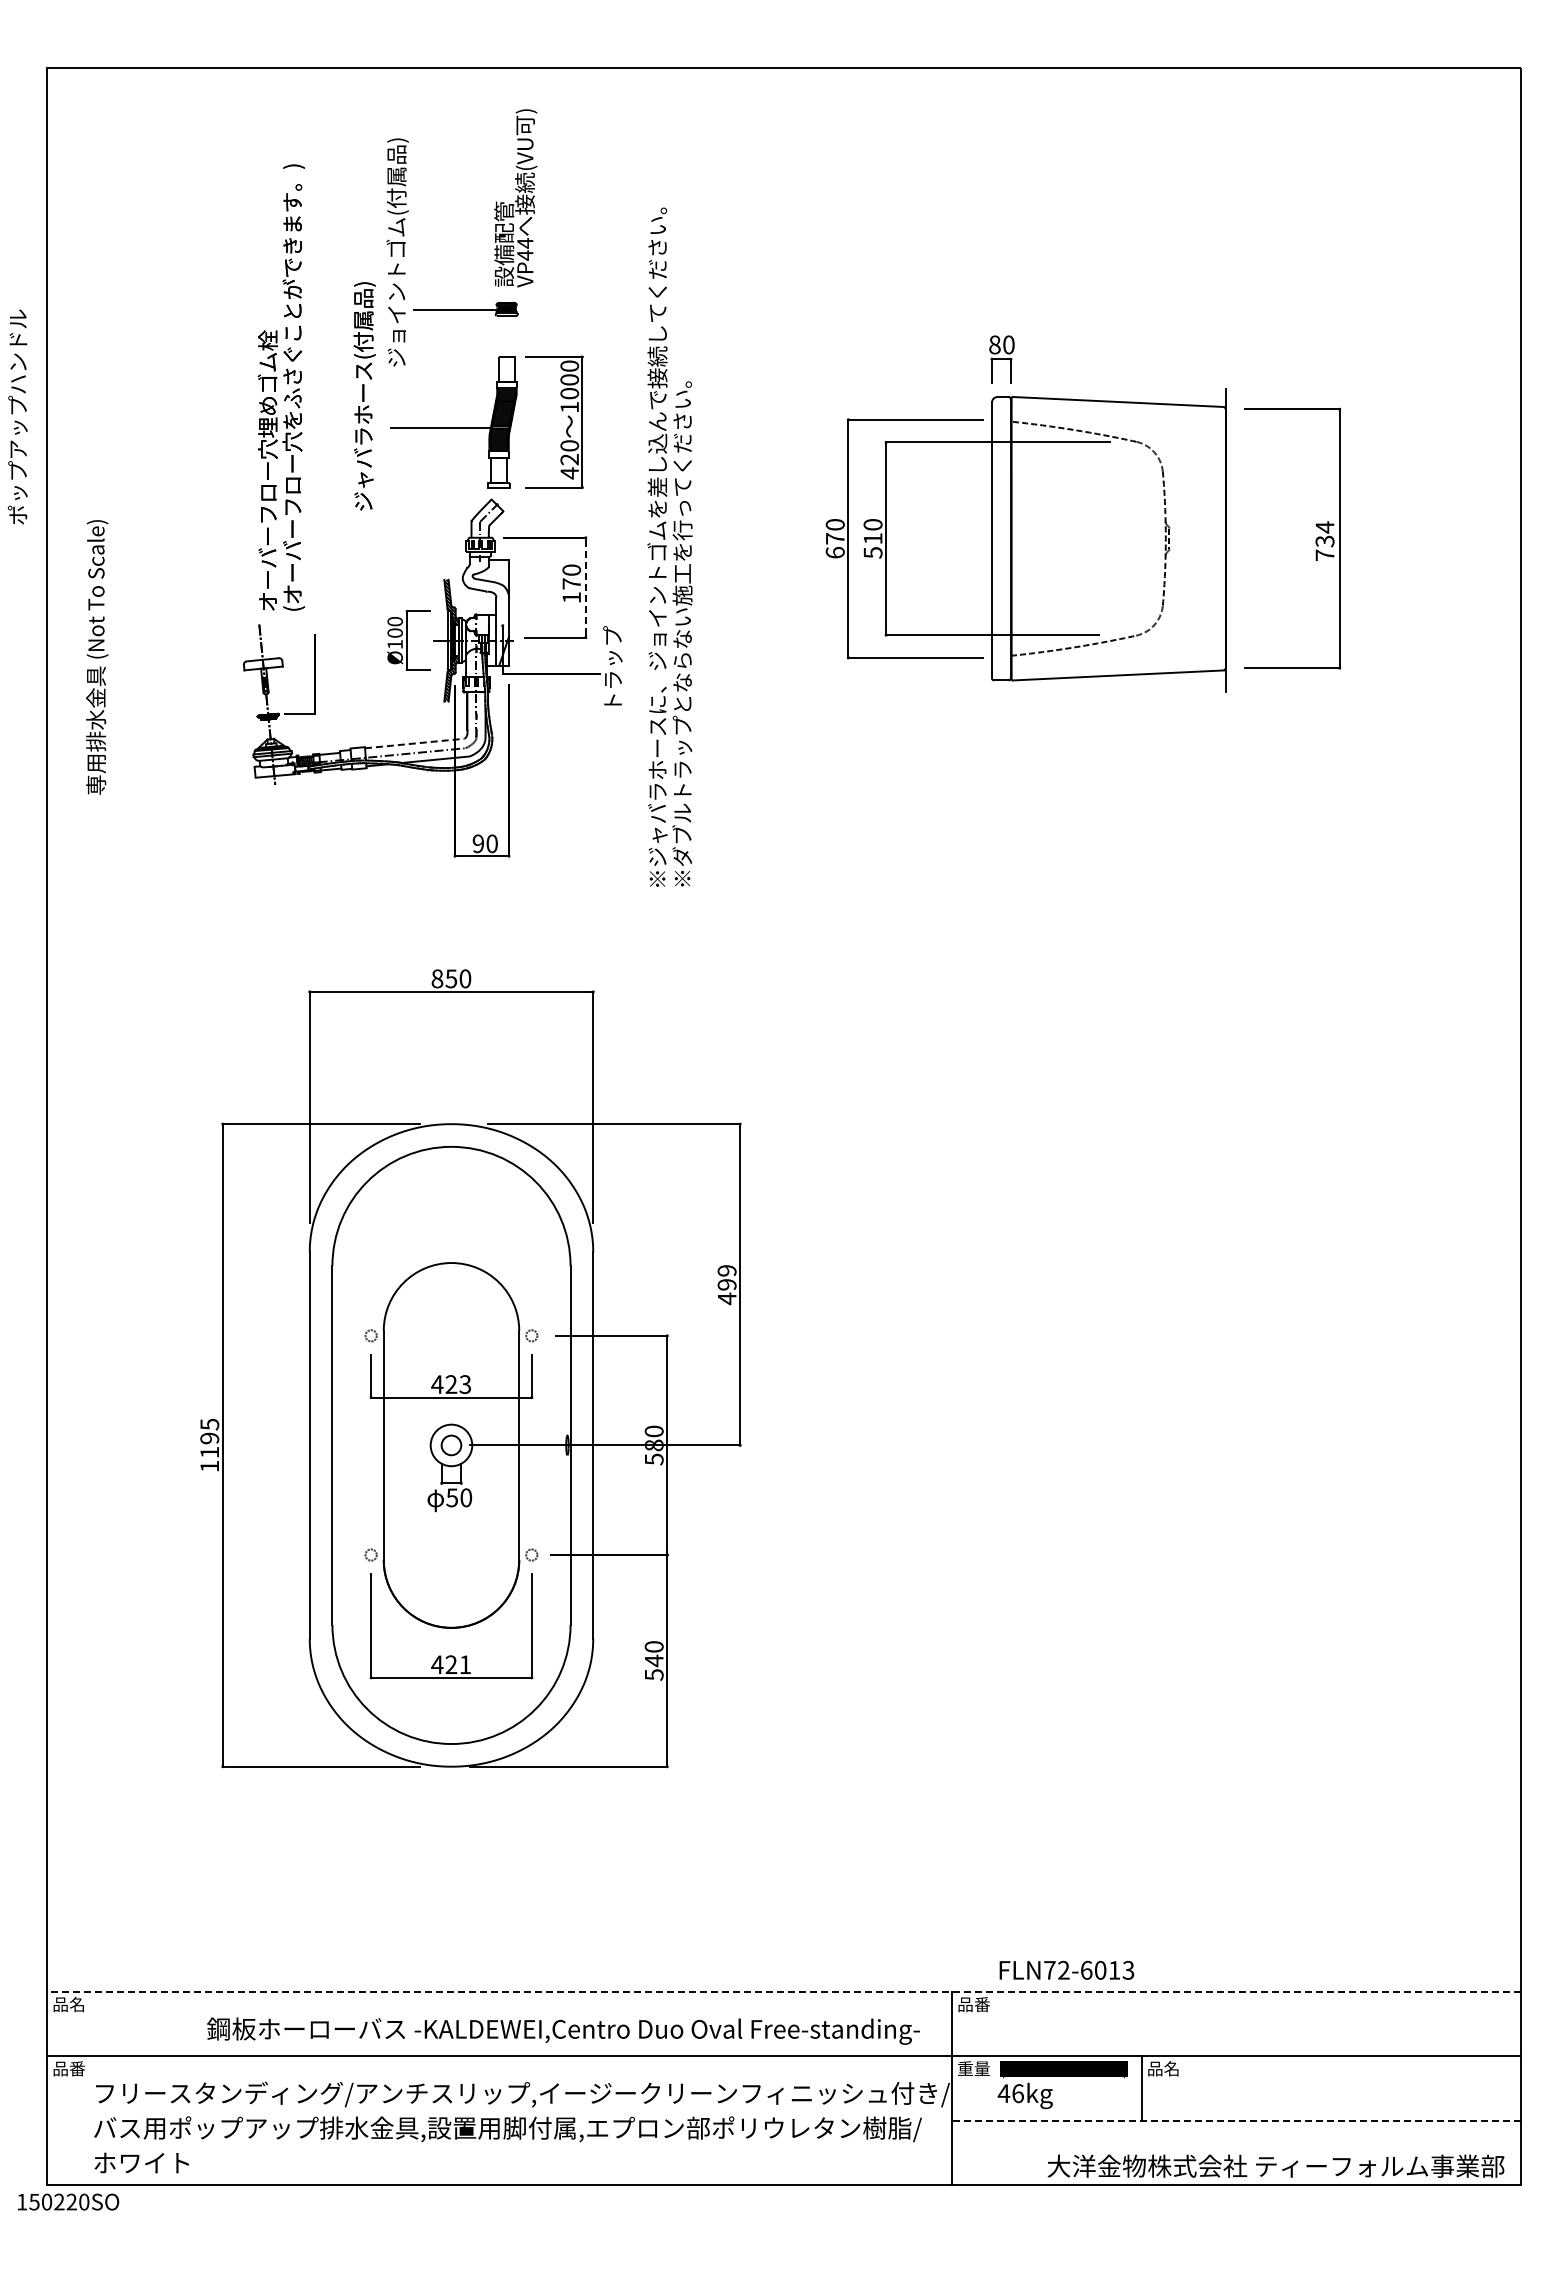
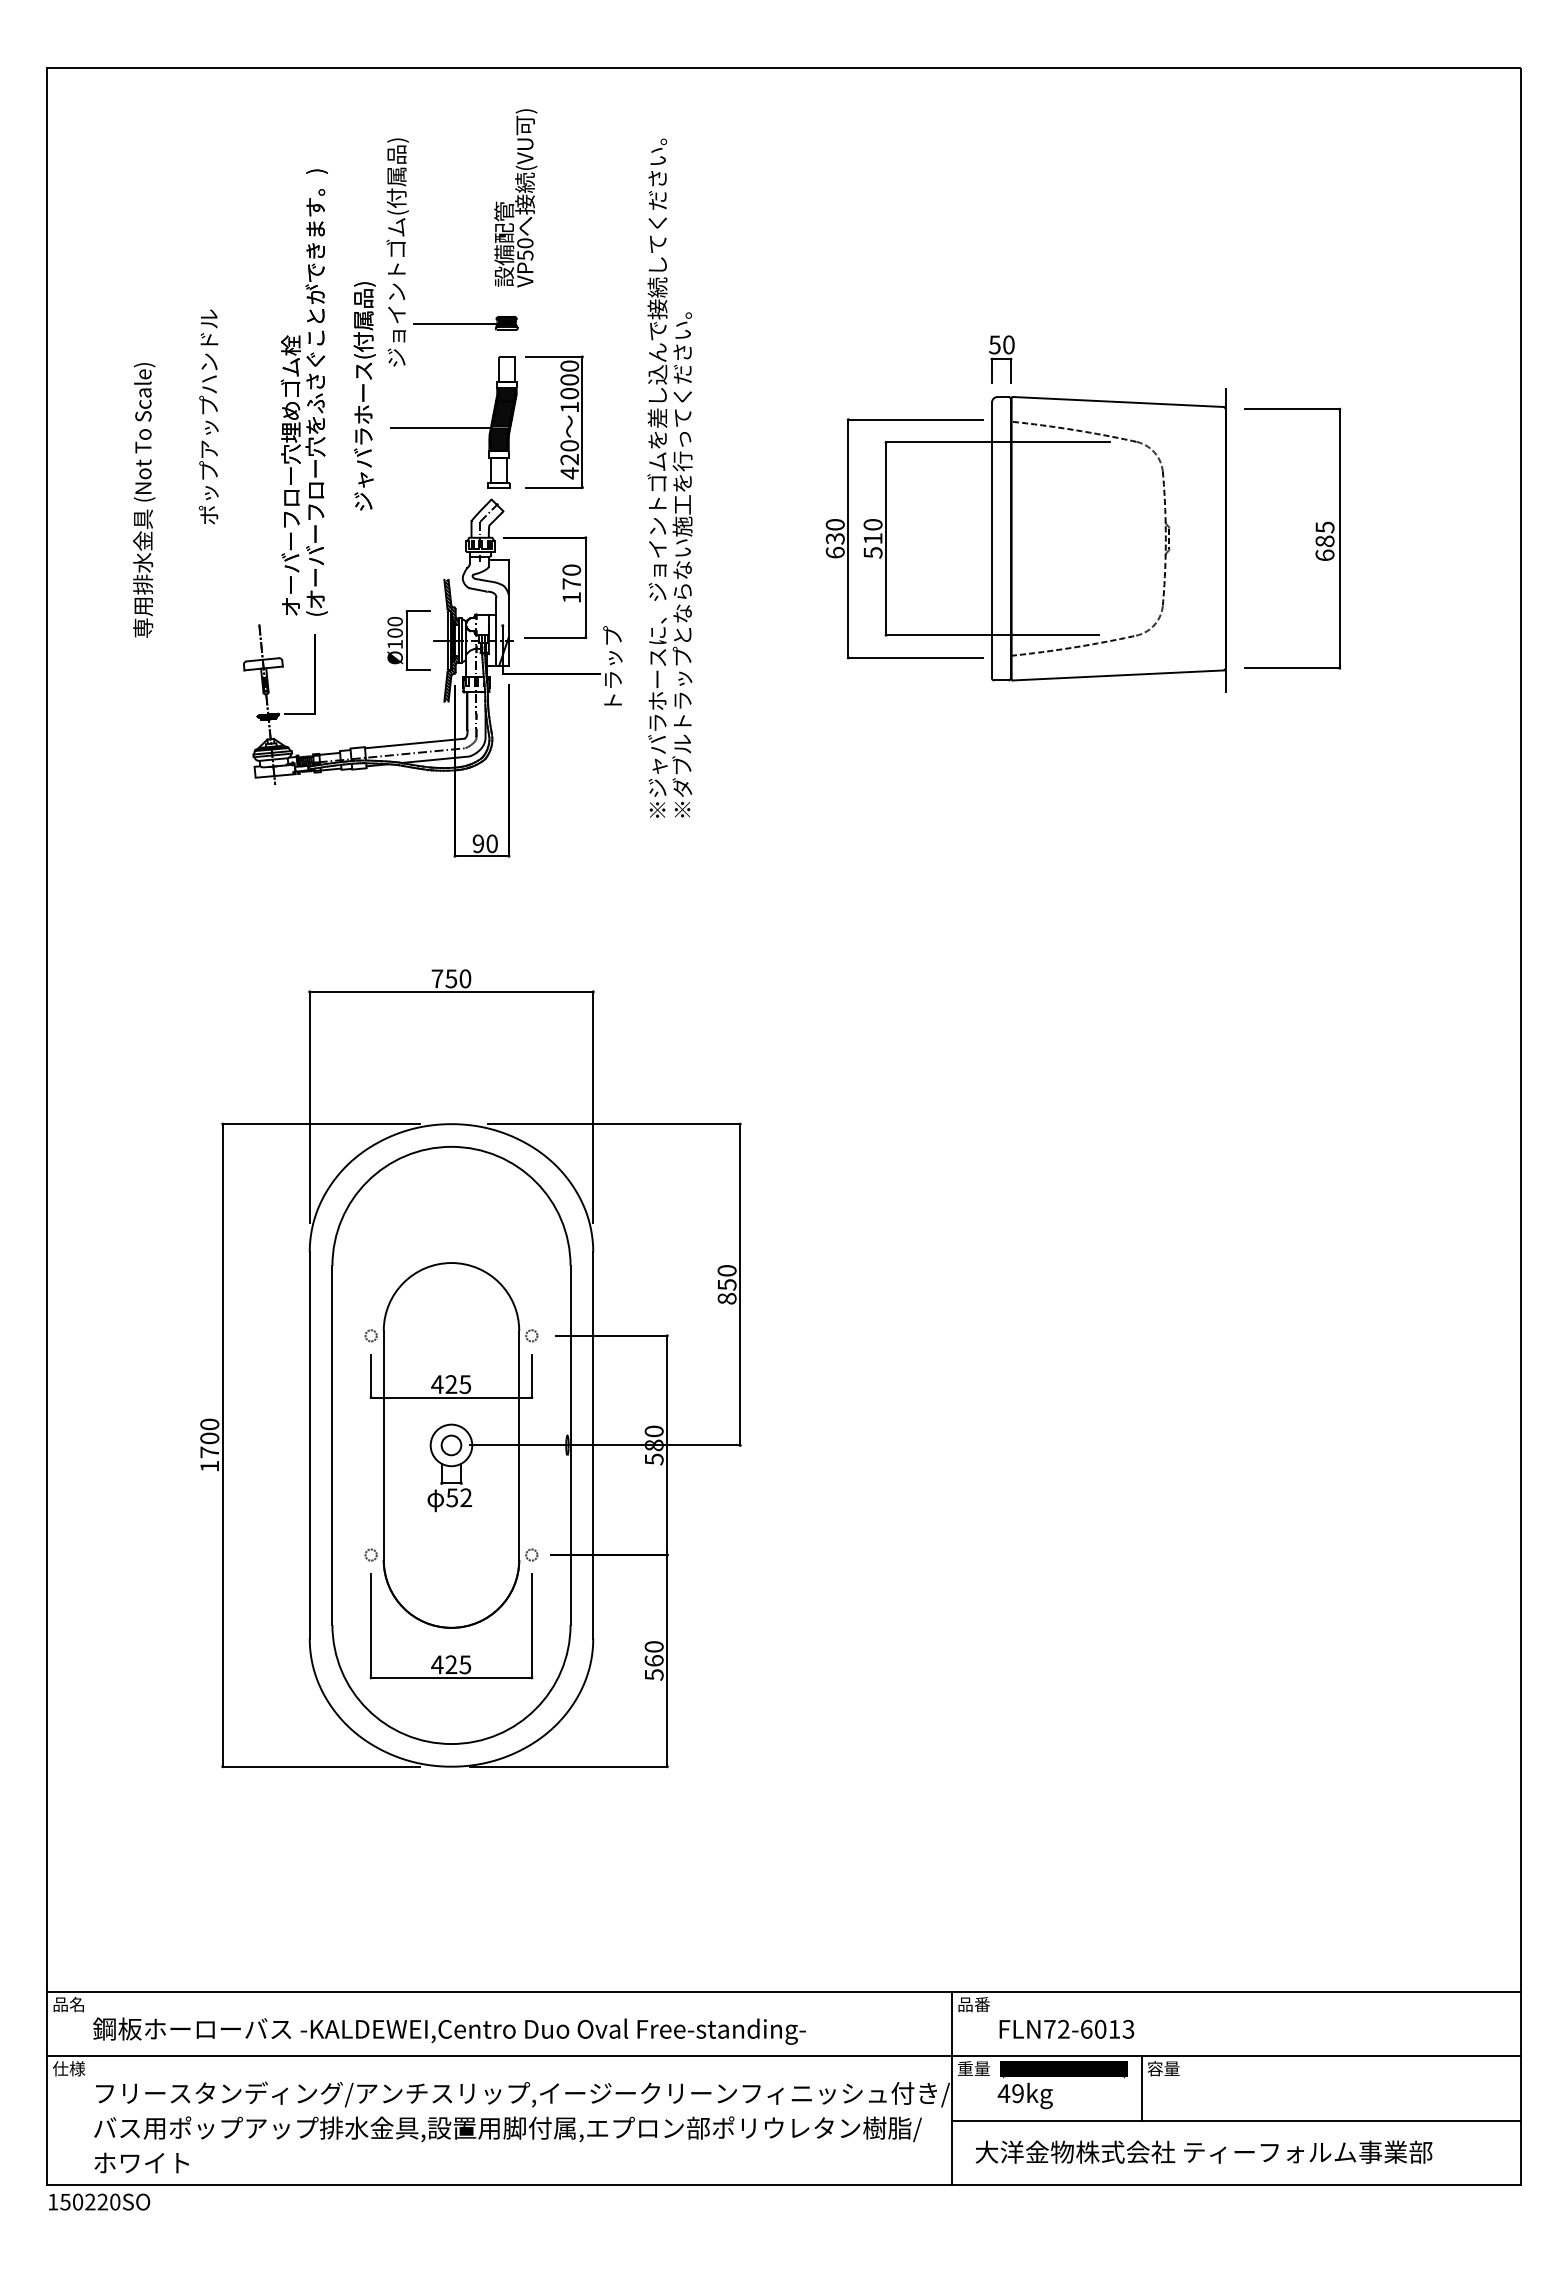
text at (525, 249): VP44 -> VP50
part at (465, 308) position: (465, 308) -> (465, 322)
text at (994, 344): 80 -> 50
text at (280, 387) position: (280, 387) -> (303, 392)
text at (17, 416) position: (17, 416) -> (208, 416)
text at (834, 538): 670 -> 630
text at (1324, 541): 734 -> 685
text at (669, 546) position: (669, 546) -> (669, 477)
line at (585, 587): dashed -> solid
text at (97, 657) position: (97, 657) -> (144, 500)
line at (414, 743): dashed -> solid
text at (437, 978): 850 -> 750
text at (726, 1285): 499 -> 850
text at (465, 1384): 423 -> 425
text at (209, 1438): 1195 -> 1700
text at (466, 1497): 50 -> 52
text at (653, 1660): 540 -> 560
text at (465, 1664): 421 -> 425
text at (1066, 1969) position: (1066, 1969) -> (1066, 2028)
line at (783, 1992): dashed -> solid
text at (563, 2030) position: (563, 2030) -> (449, 2030)
text at (69, 2068): 品番 -> 仕様
text at (1163, 2068): 品名 -> 容量
text at (1017, 2093): 46kg -> 49kg
line at (1236, 2120): dashed -> solid
text at (1275, 2165) position: (1275, 2165) -> (1203, 2151)
text at (68, 2201) position: (68, 2201) -> (99, 2201)
